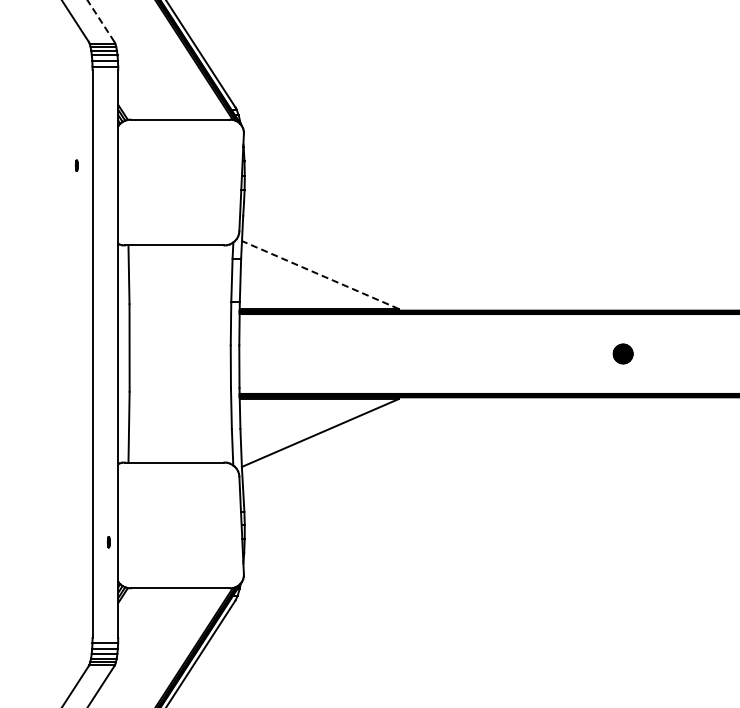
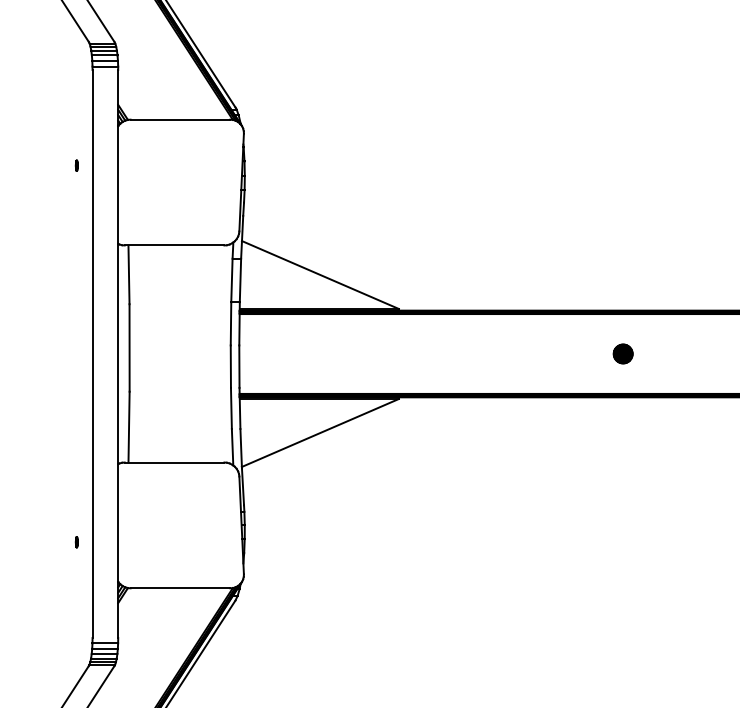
line at (100, 21): dashed -> solid
line at (319, 274): dashed -> solid
part at (108, 542) position: (108, 542) -> (76, 542)
